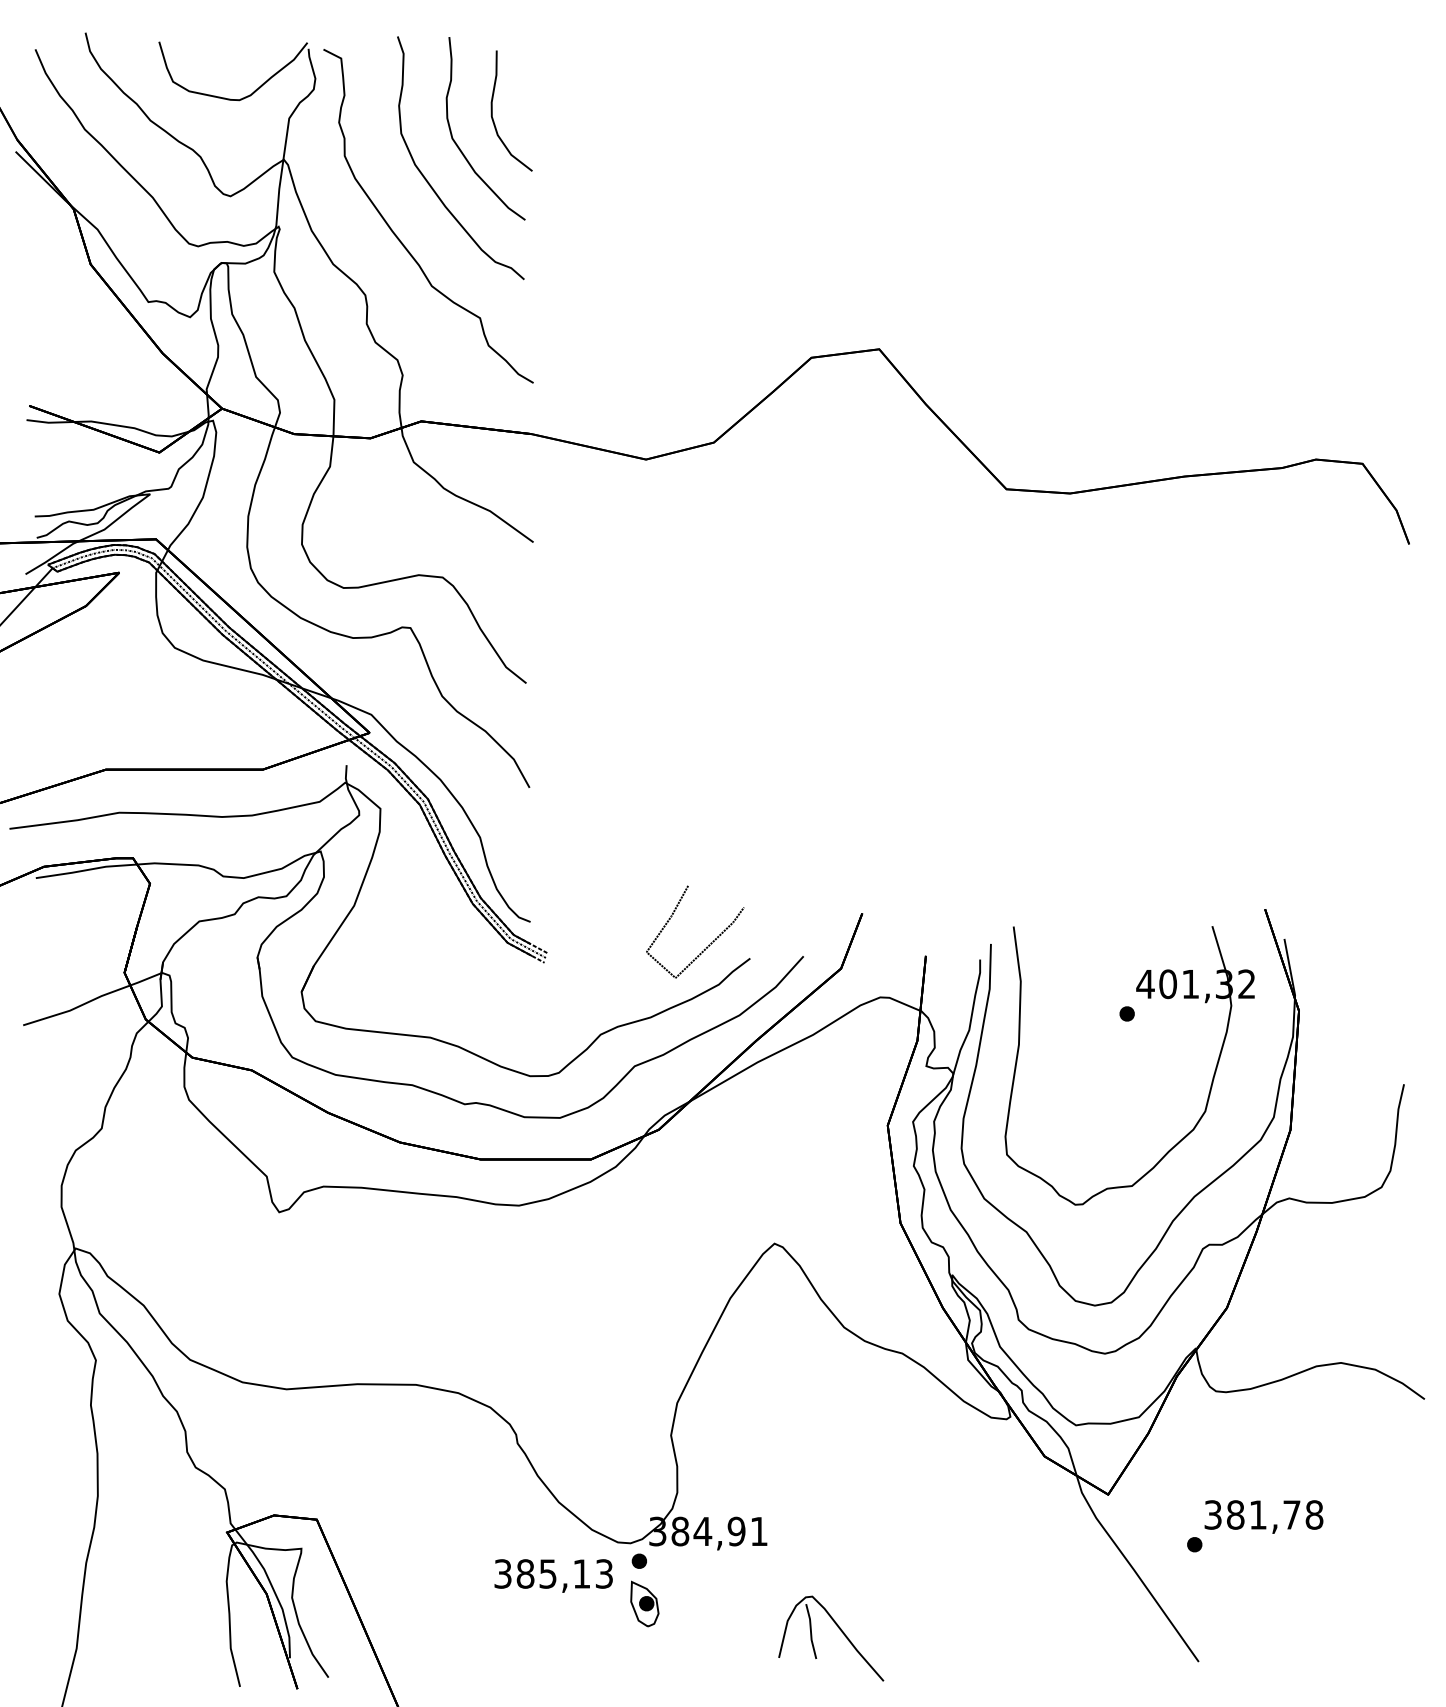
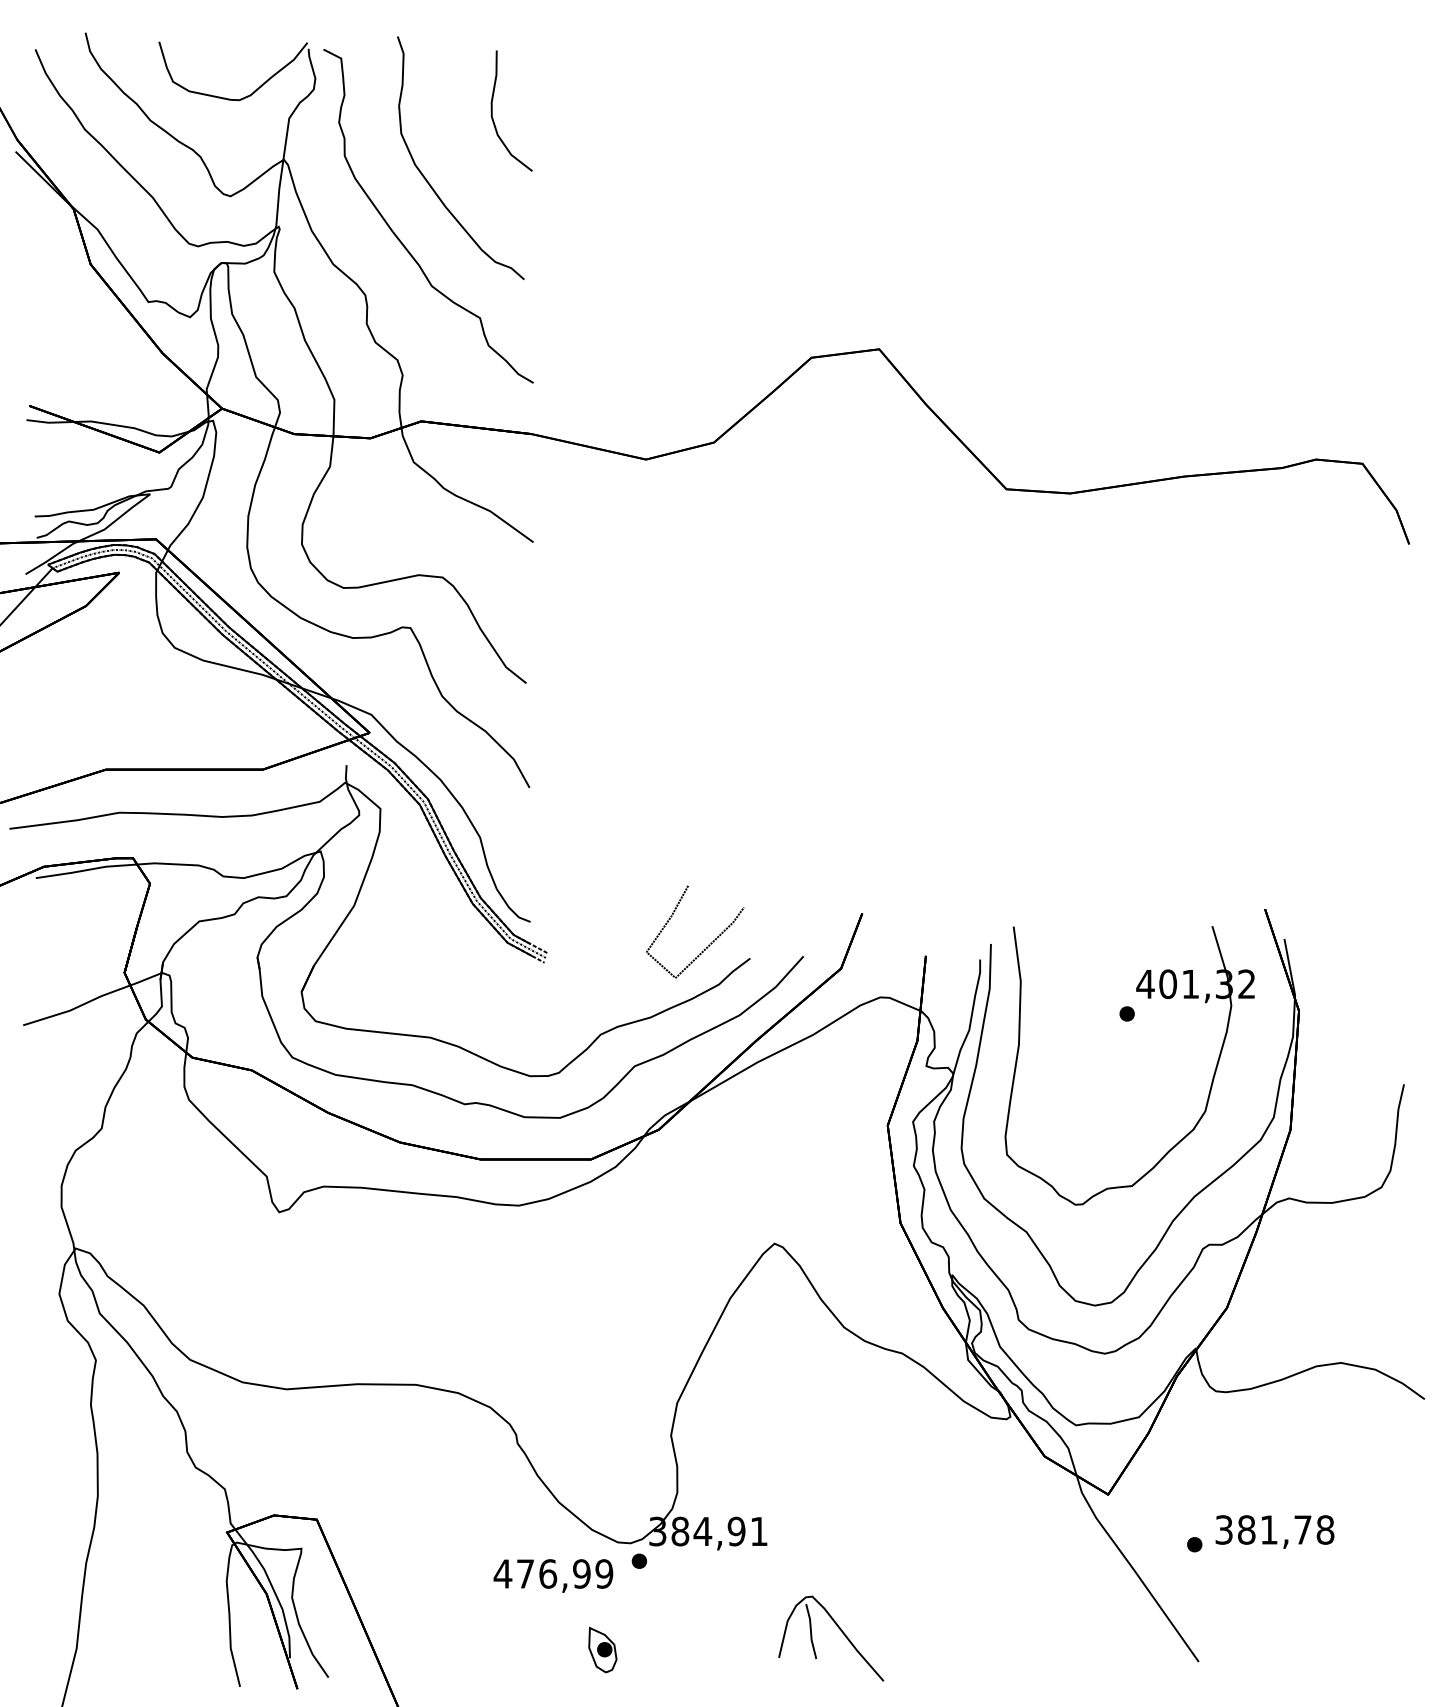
part at (458, 145): present -> none
text at (1263, 1516) position: (1263, 1516) -> (1274, 1531)
text at (553, 1573): 385,13 -> 476,99
part at (644, 1603) position: (644, 1603) -> (602, 1649)
